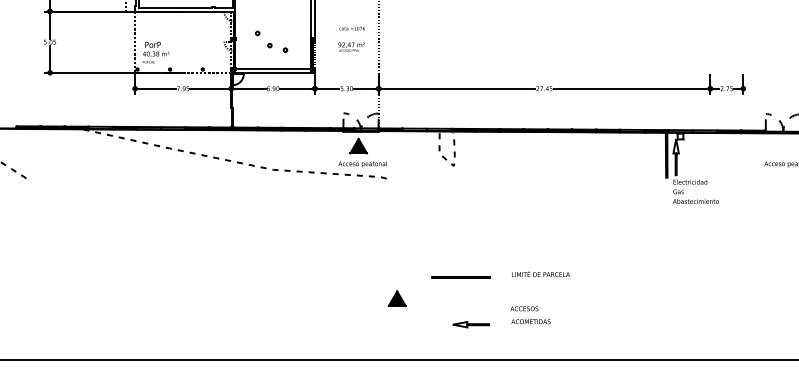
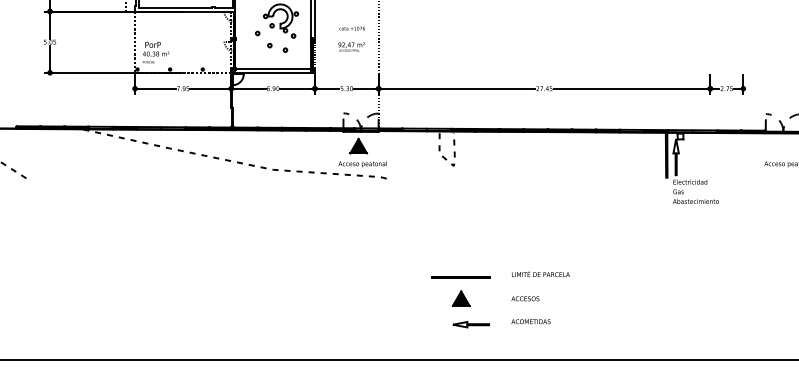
part at (280, 20): none -> present
part at (396, 298) position: (396, 298) -> (460, 298)
text at (524, 308) position: (524, 308) -> (525, 298)
